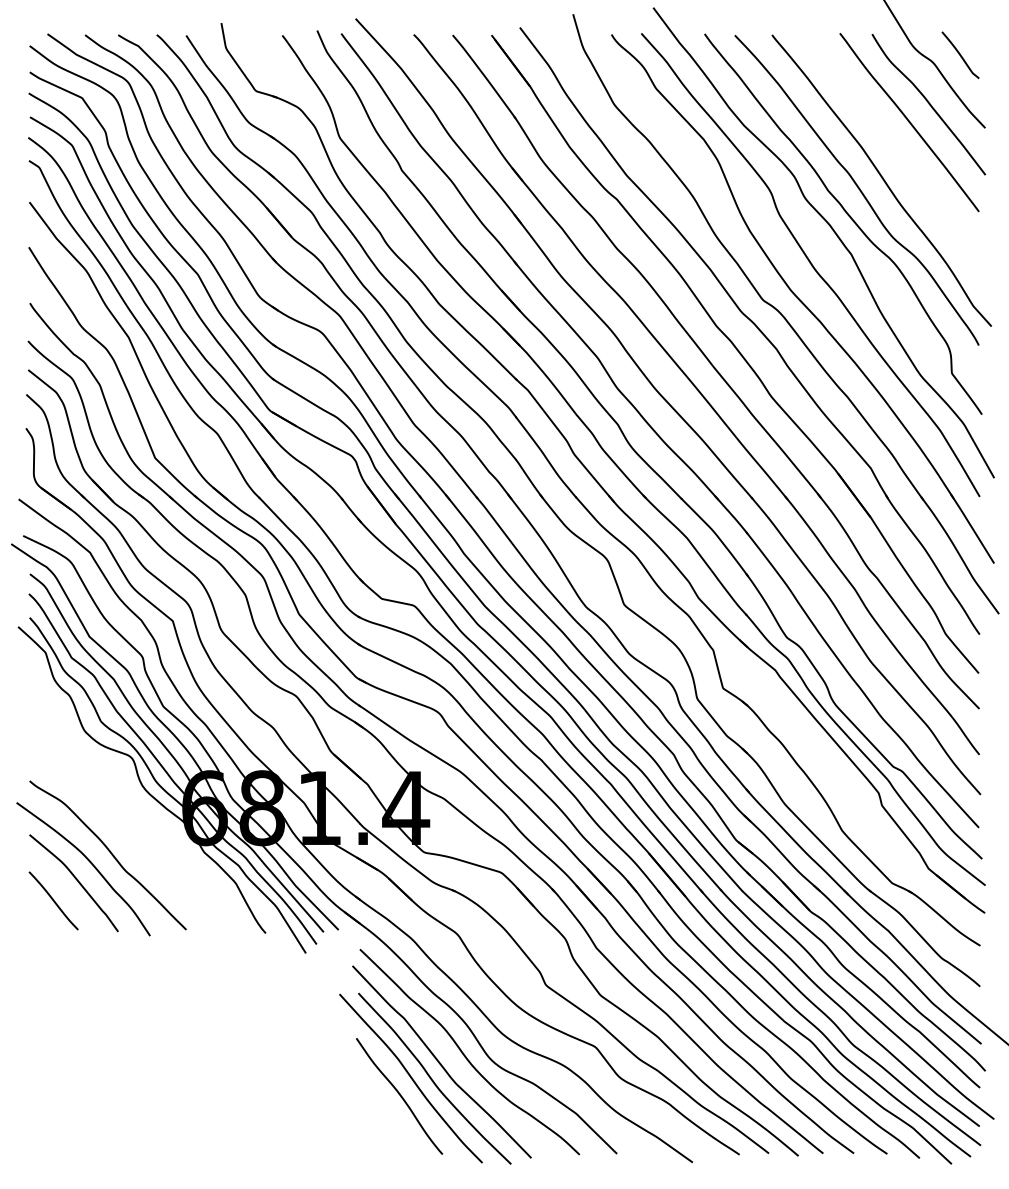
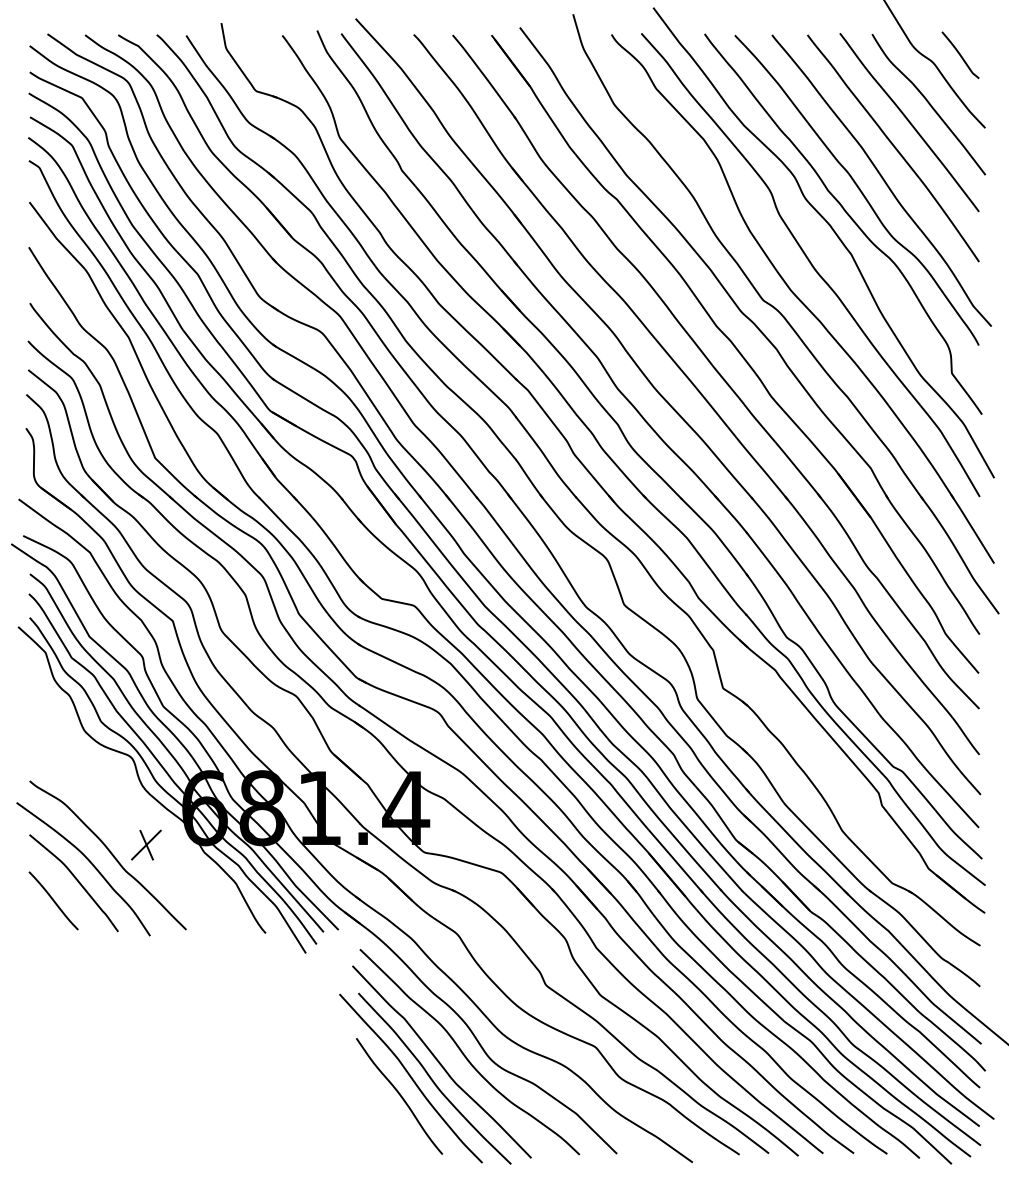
curve at (893, 147): none -> present
part at (146, 844): none -> present
